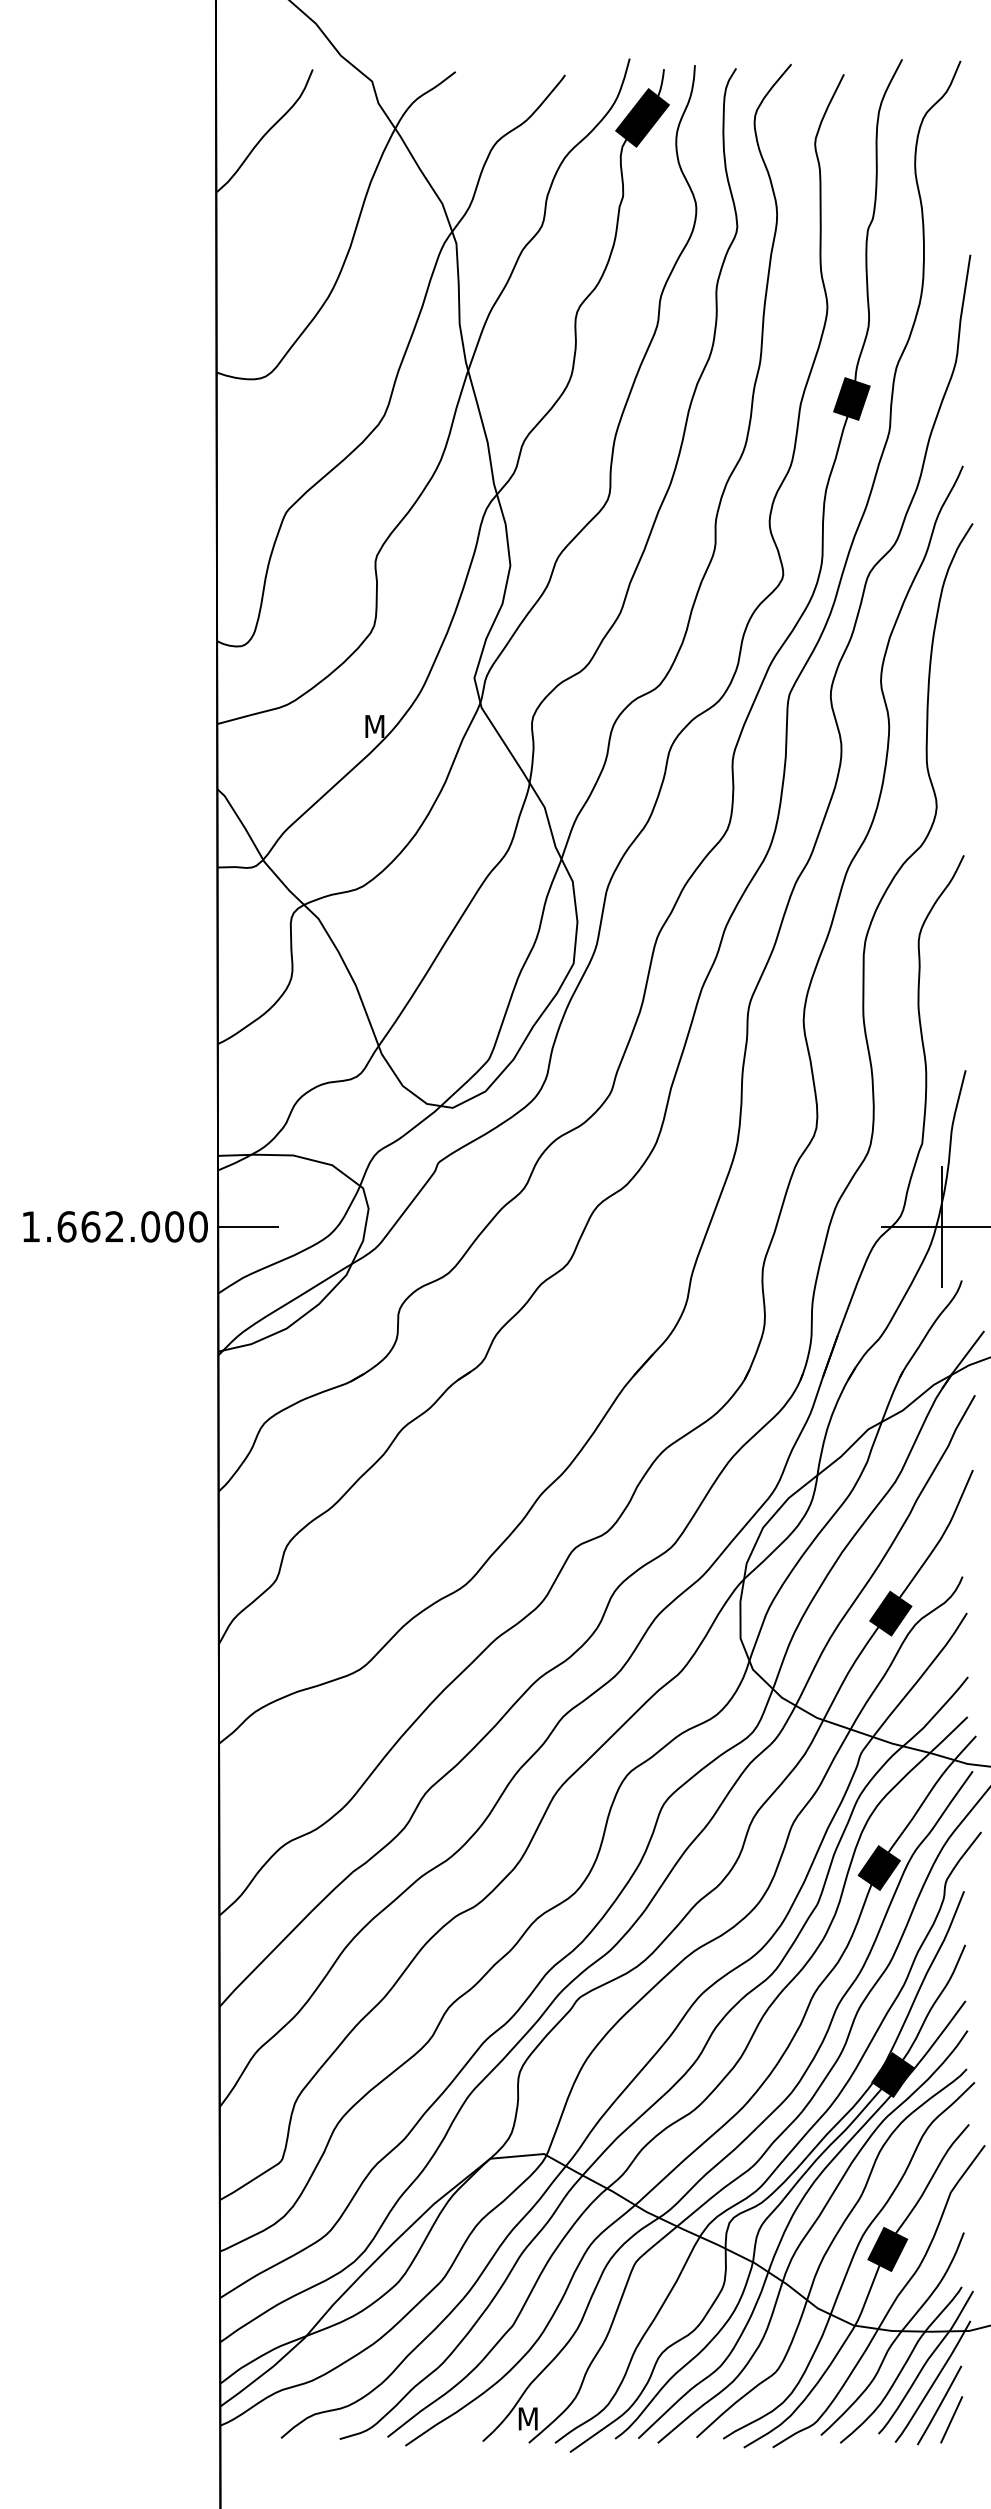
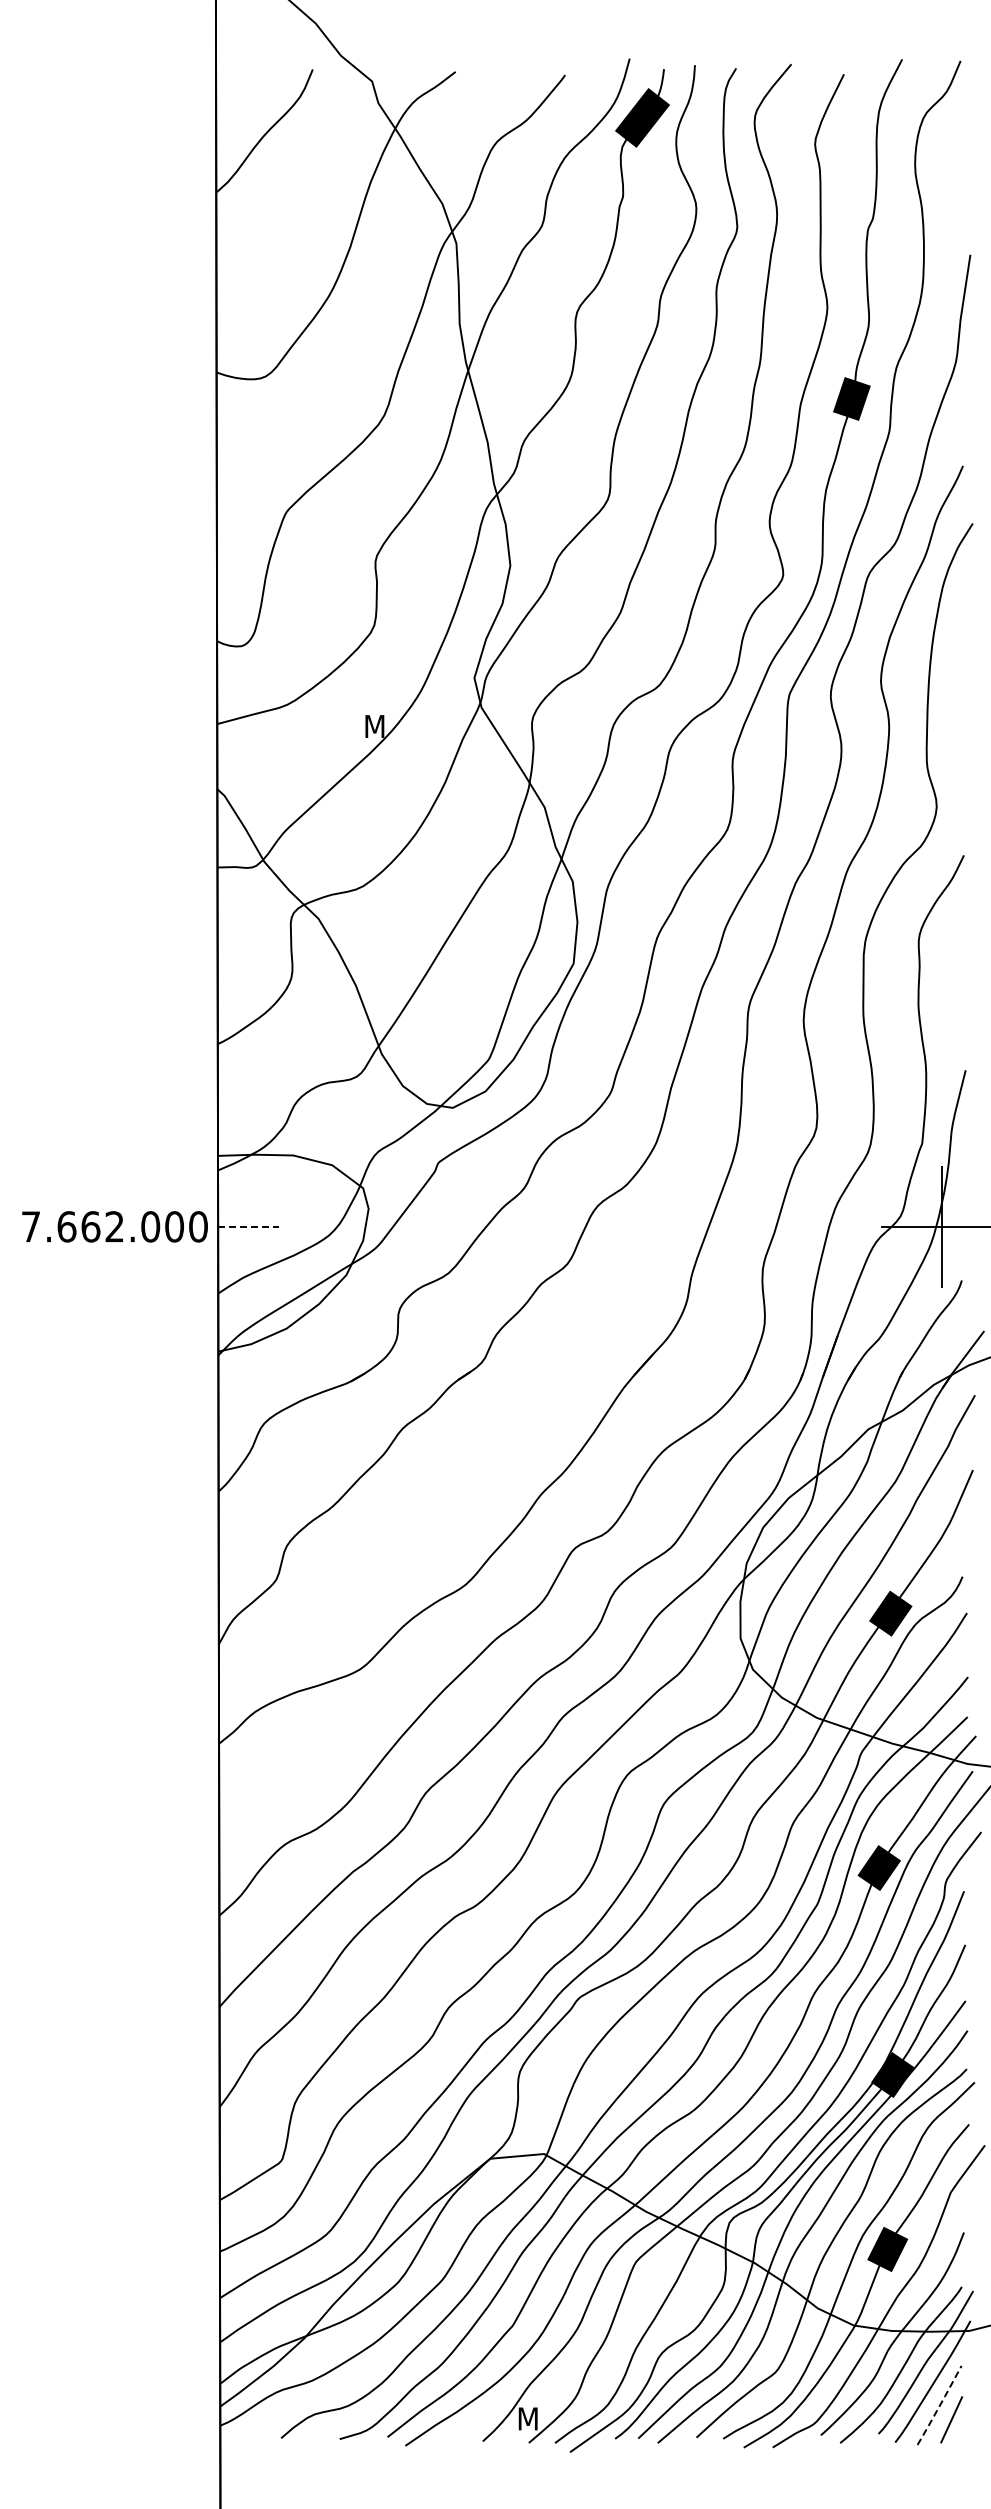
text at (30, 1226): 1.662.000 -> 7.662.000
line at (249, 1226): solid -> dashed
line at (939, 2405): solid -> dashed
